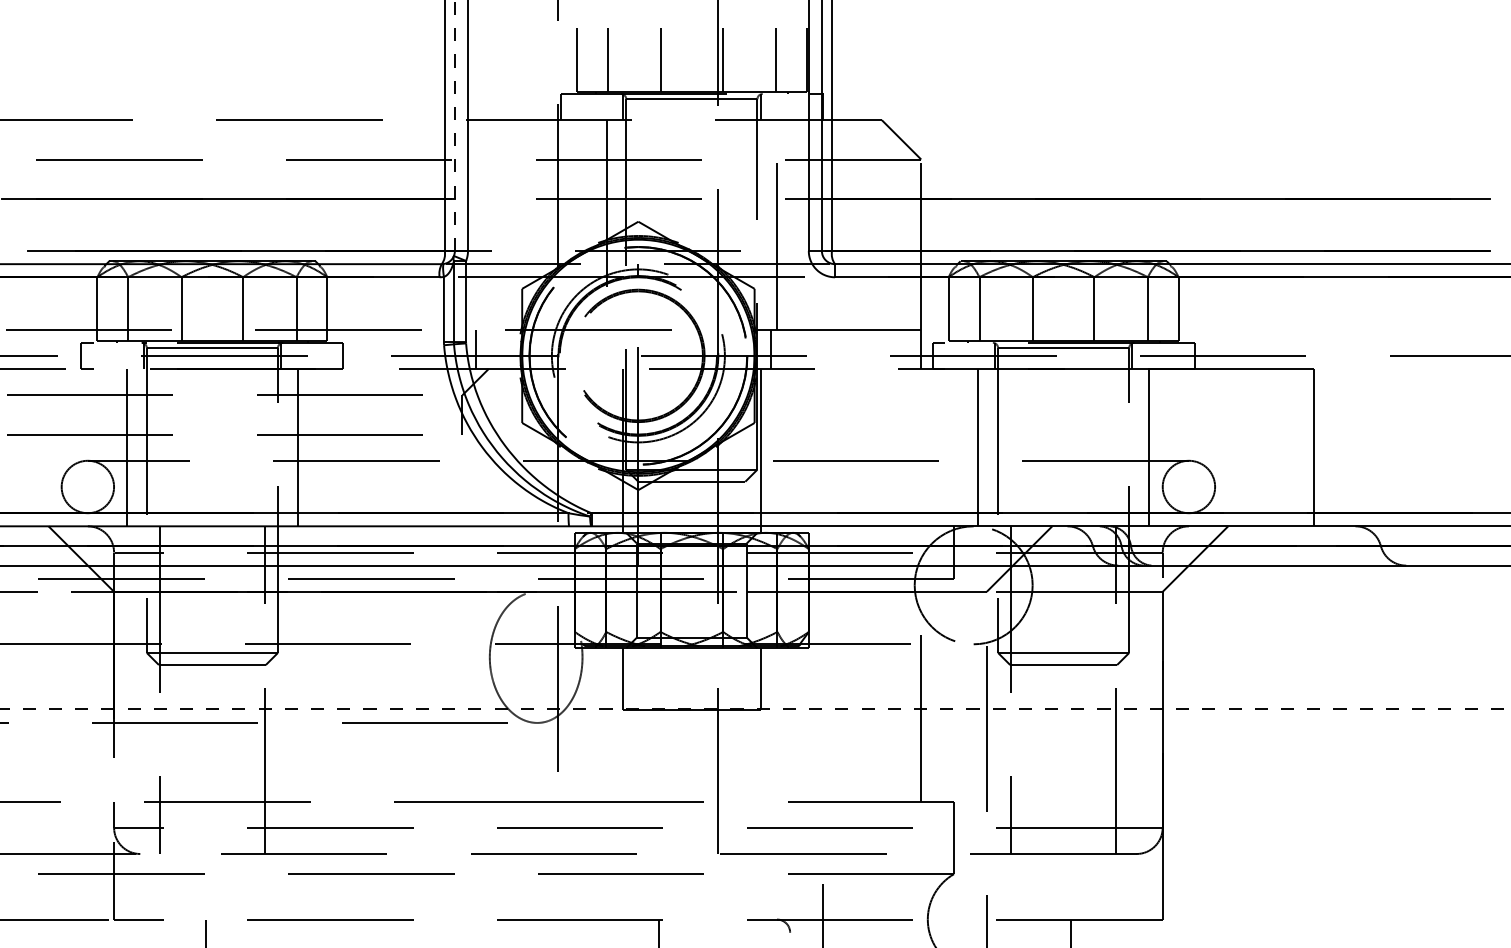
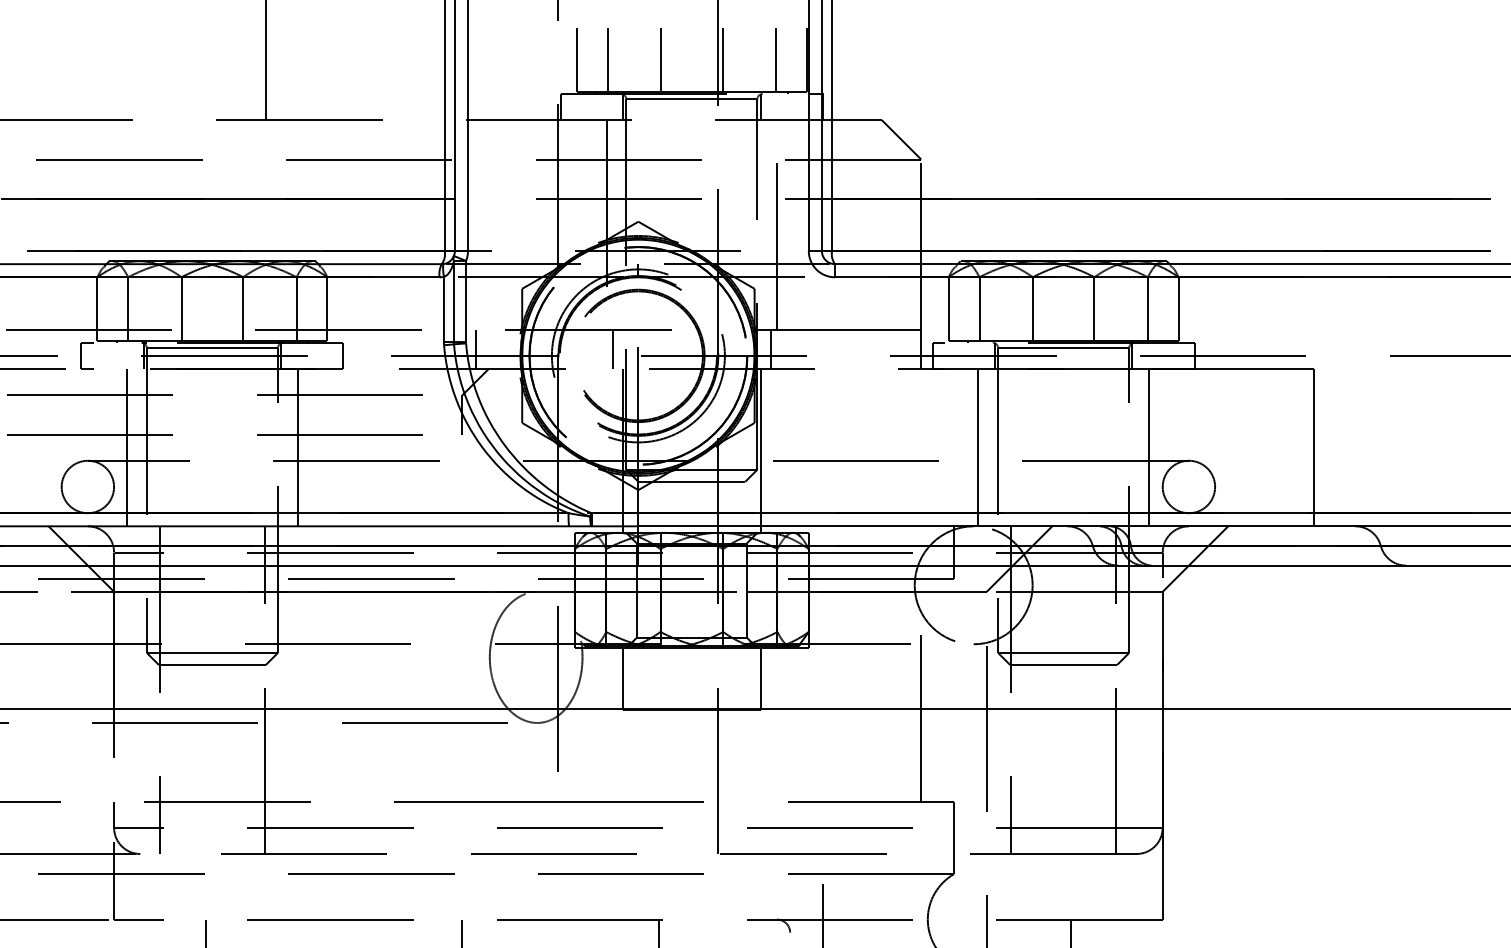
line at (265, 61): none -> present
line at (454, 125): dashed -> solid
line at (613, 349): none -> present
line at (755, 708): dashed -> solid
line at (462, 931): none -> present
